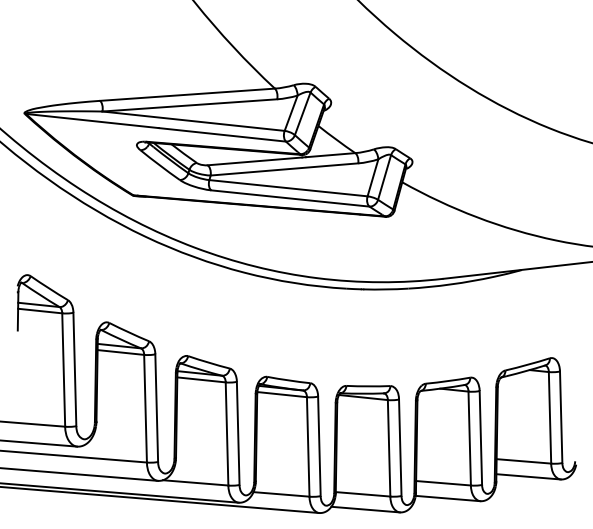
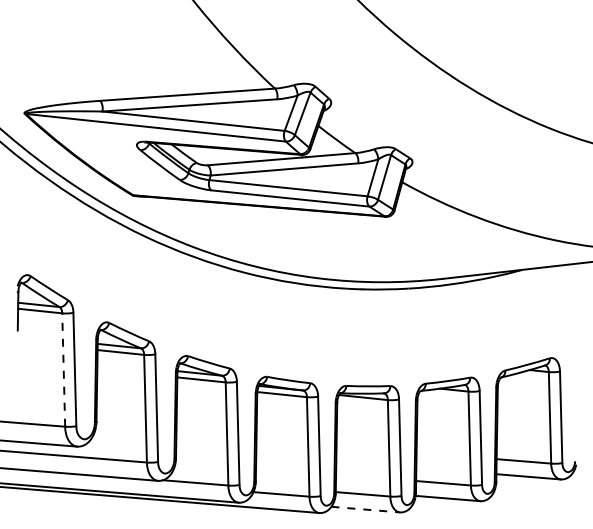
line at (63, 370): solid -> dashed
line at (366, 509): solid -> dashed
